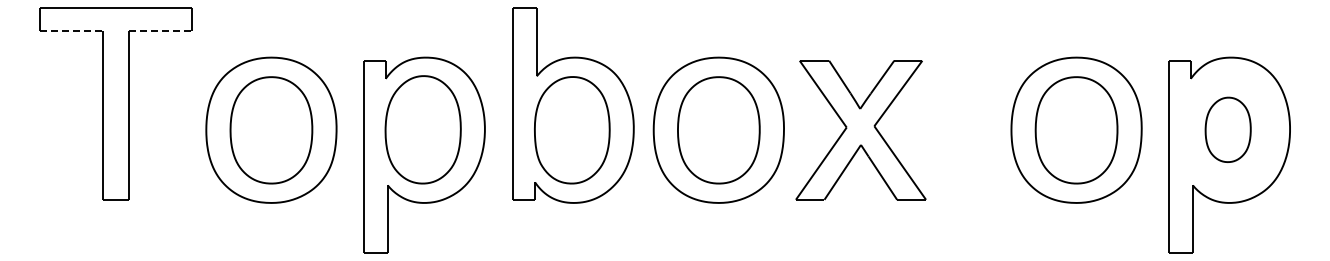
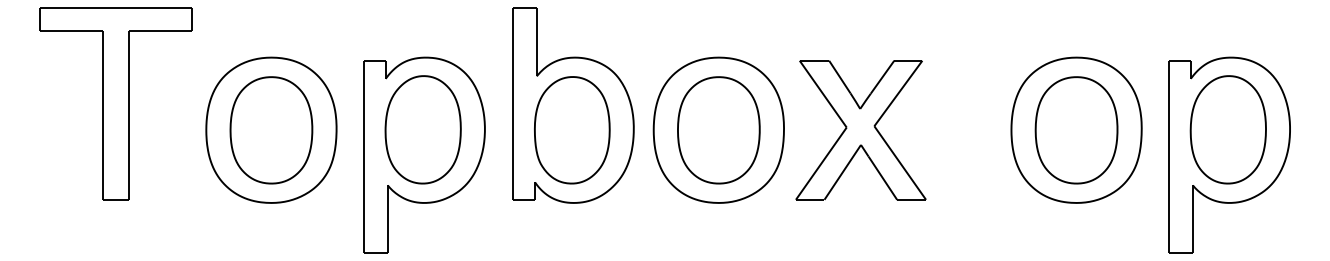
line at (71, 30): dashed -> solid
line at (160, 30): dashed -> solid
part at (1227, 129) size: 48x67 px -> 78x110 px
